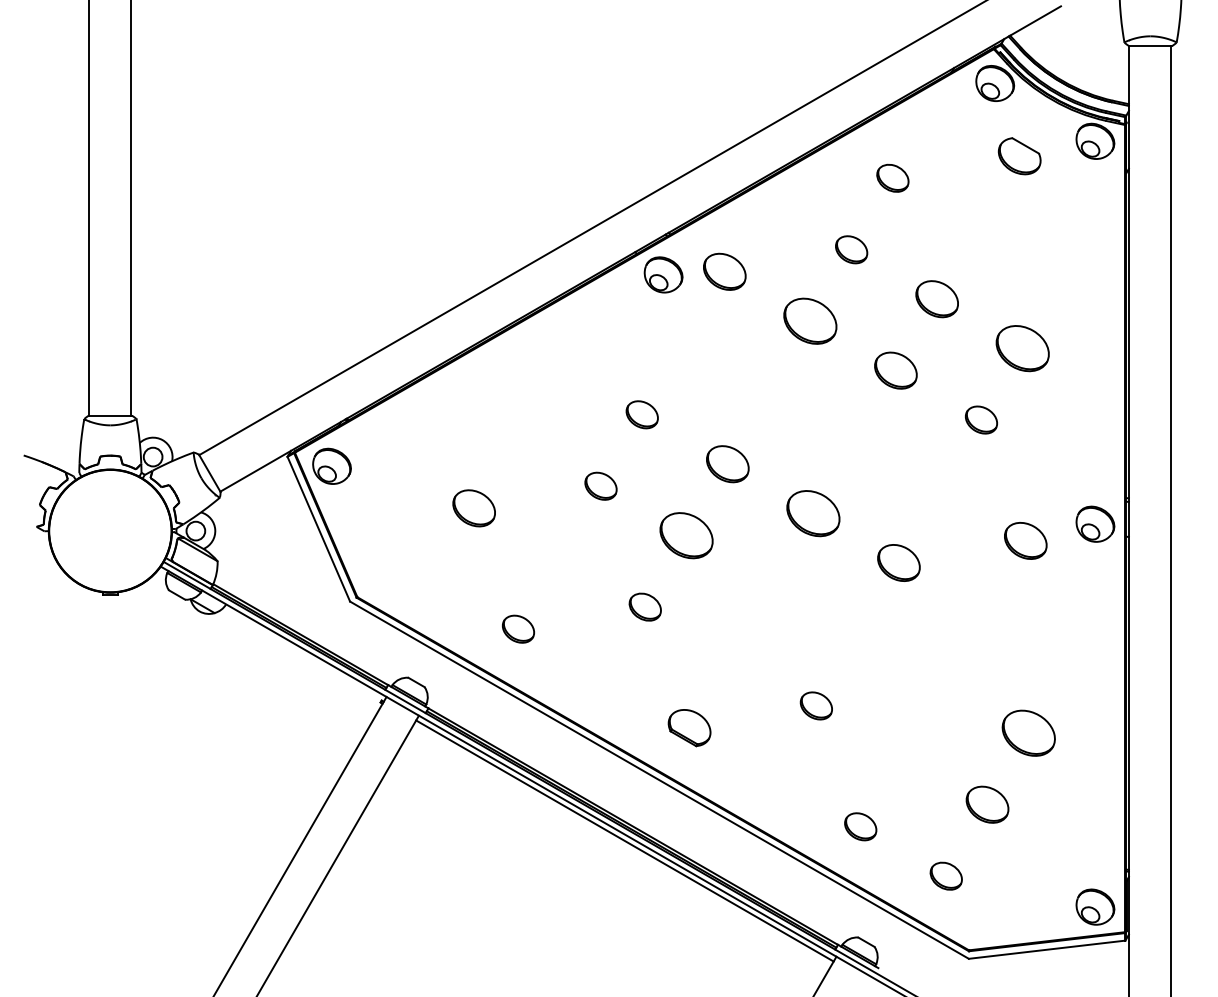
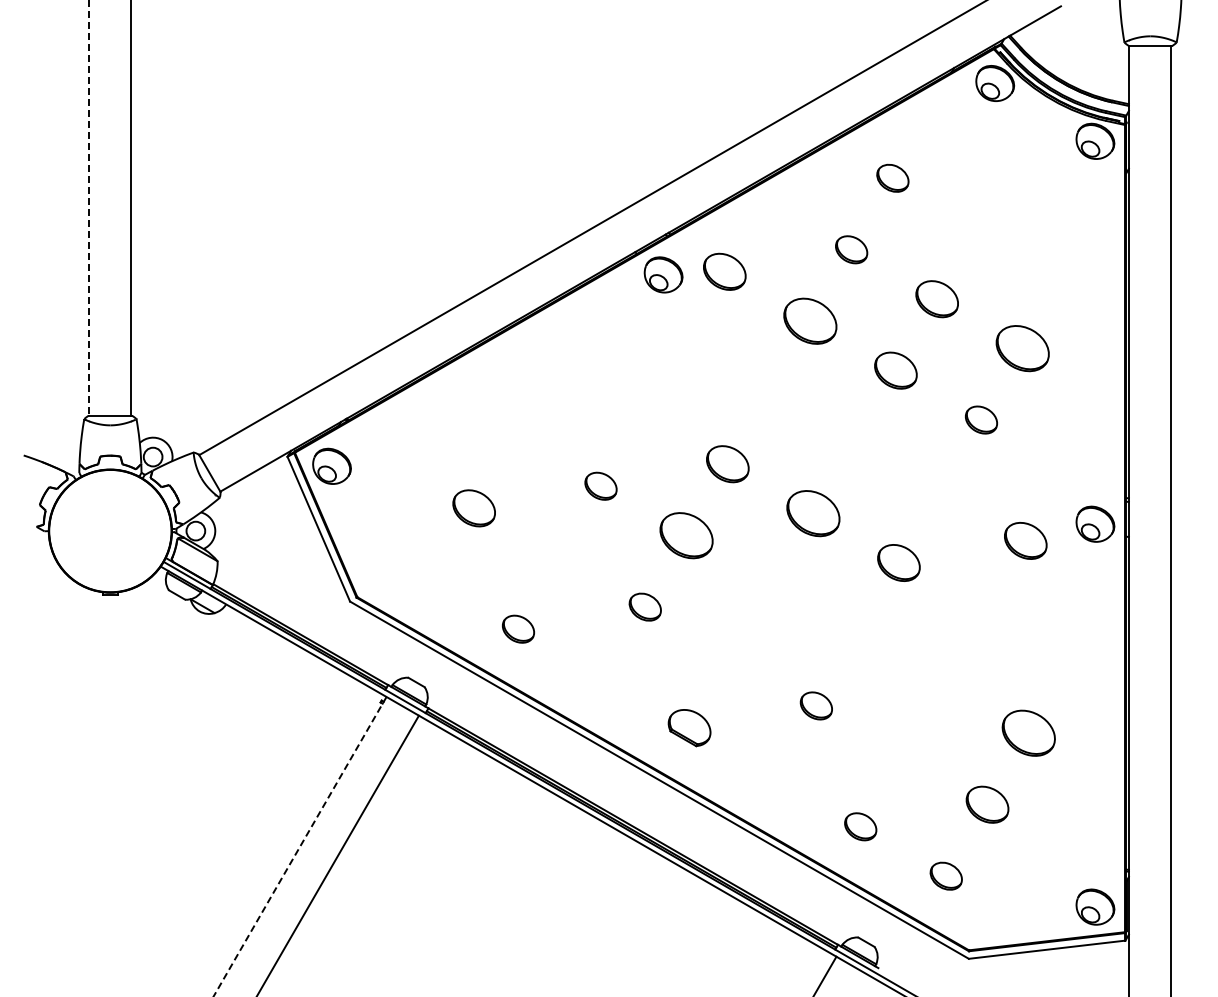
part at (1019, 156): present -> none
line at (89, 208): solid -> dashed
part at (641, 414): present -> none
line at (624, 840): present -> none
line at (300, 846): solid -> dashed
